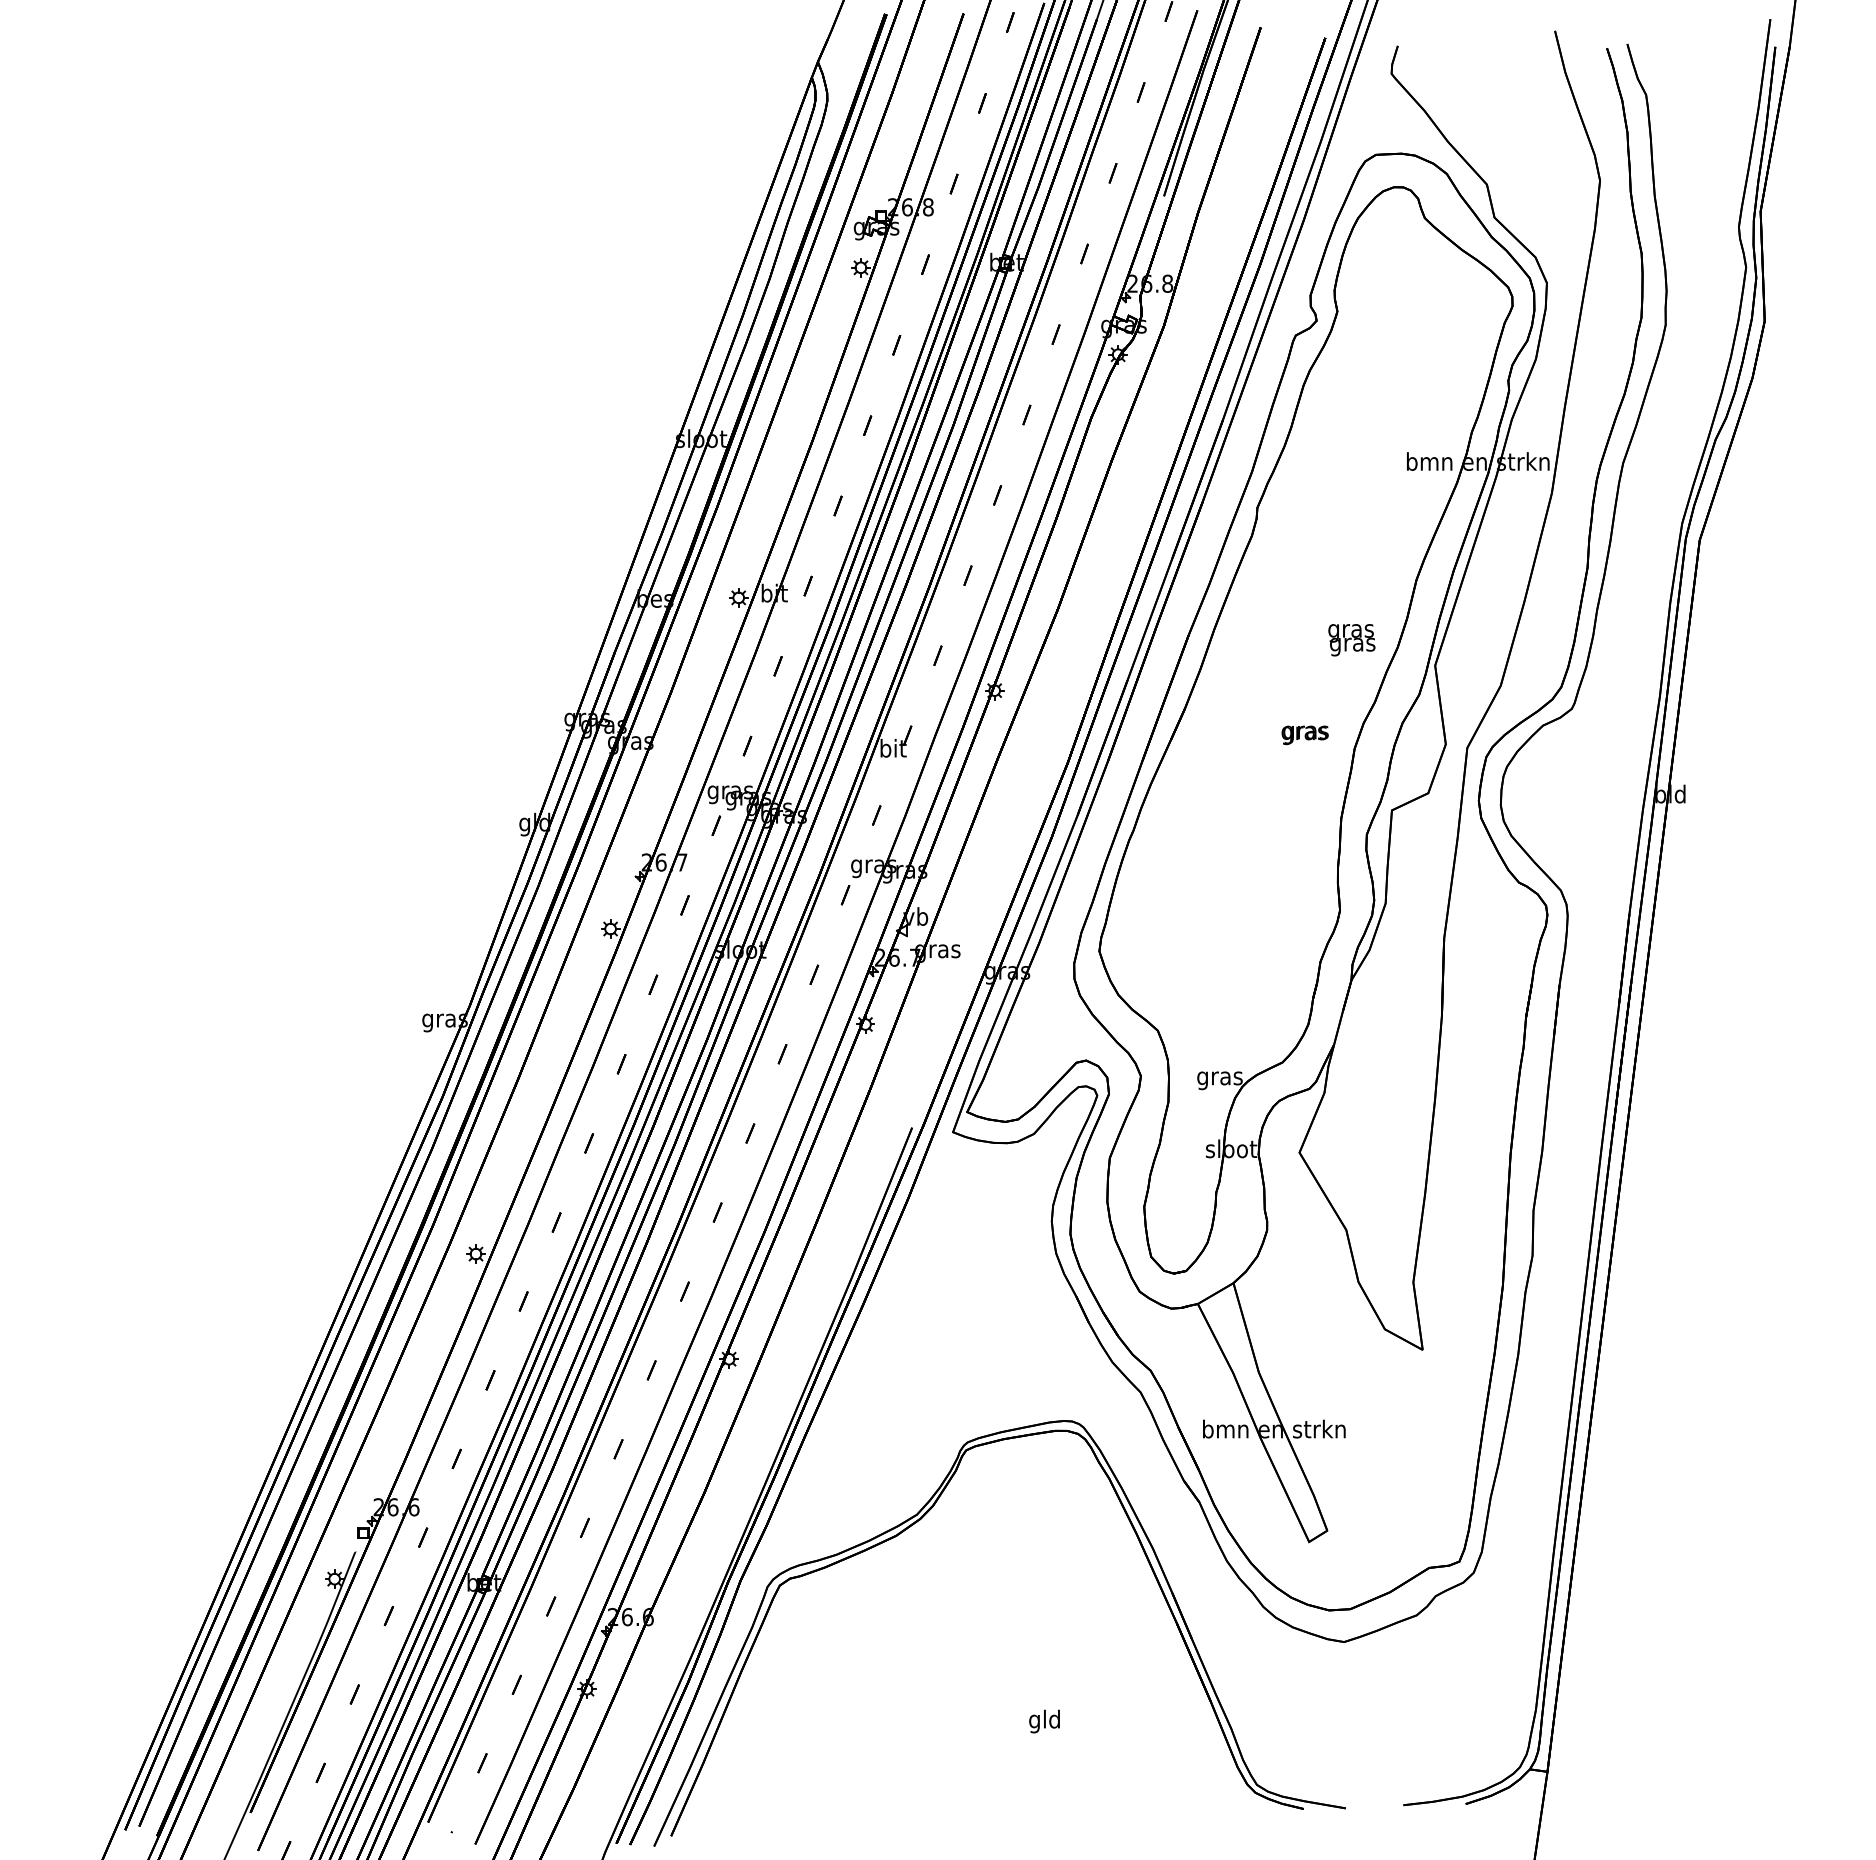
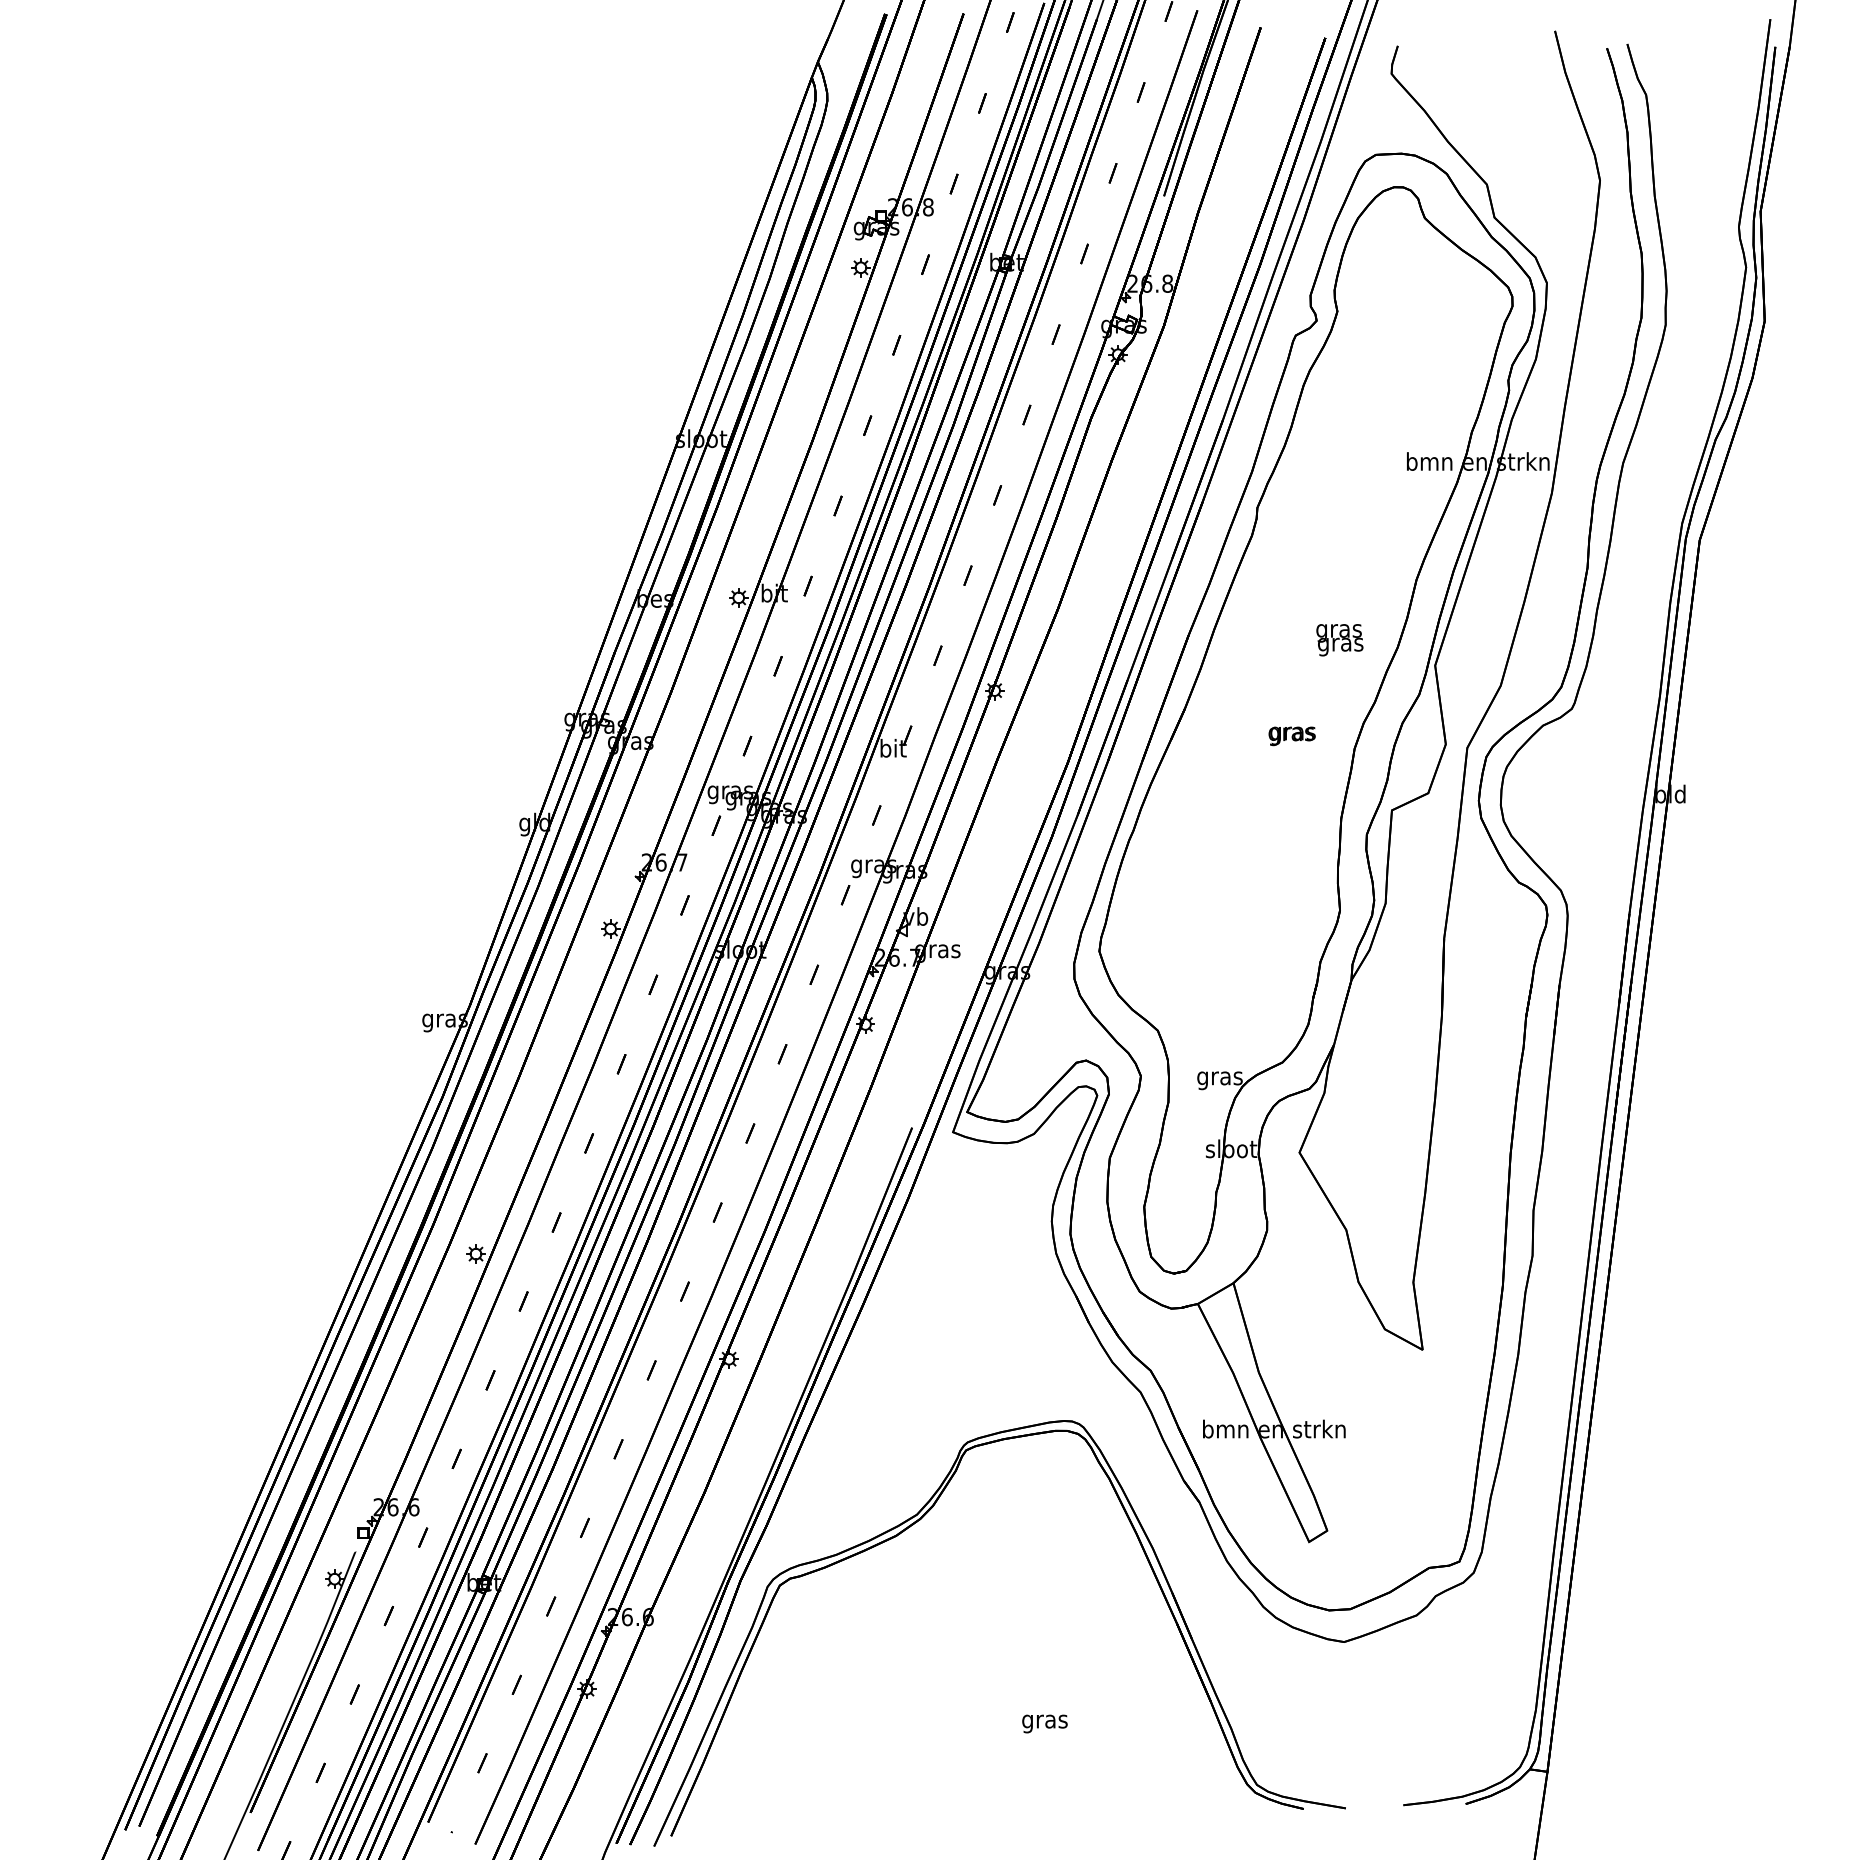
text at (1351, 640) position: (1351, 640) -> (1339, 640)
text at (1304, 735) position: (1304, 735) -> (1291, 736)
text at (1044, 1721): gld -> gras
